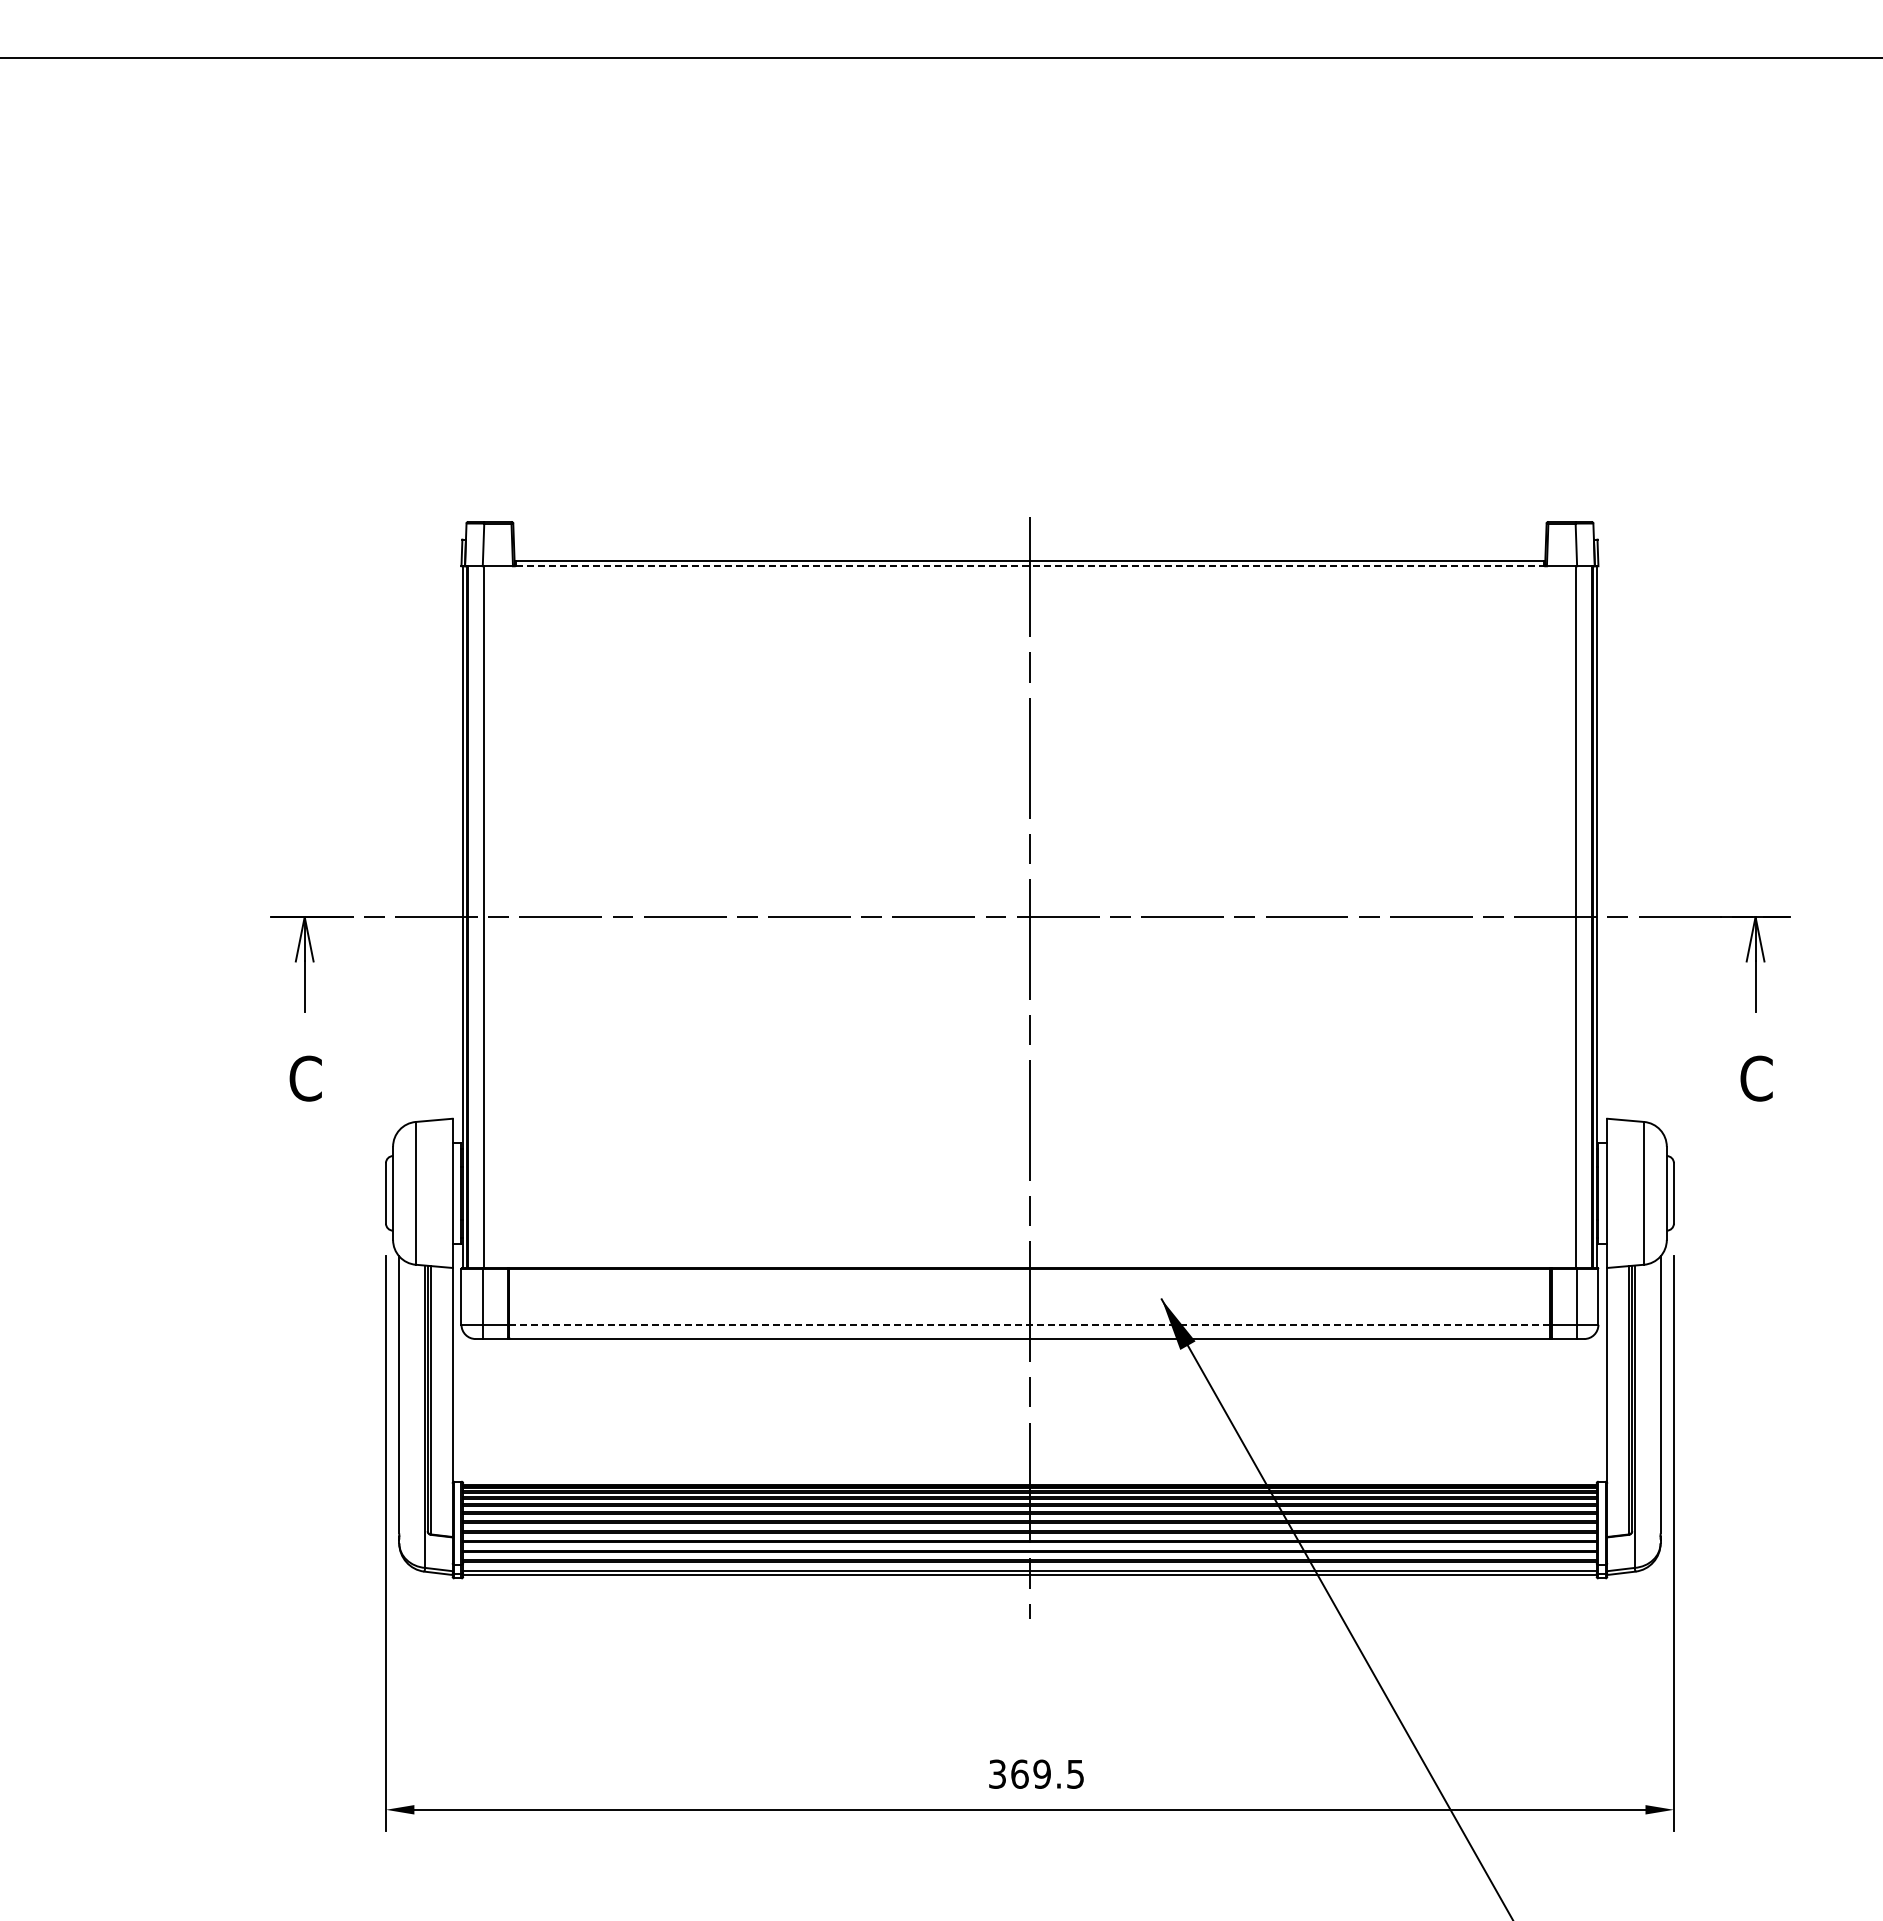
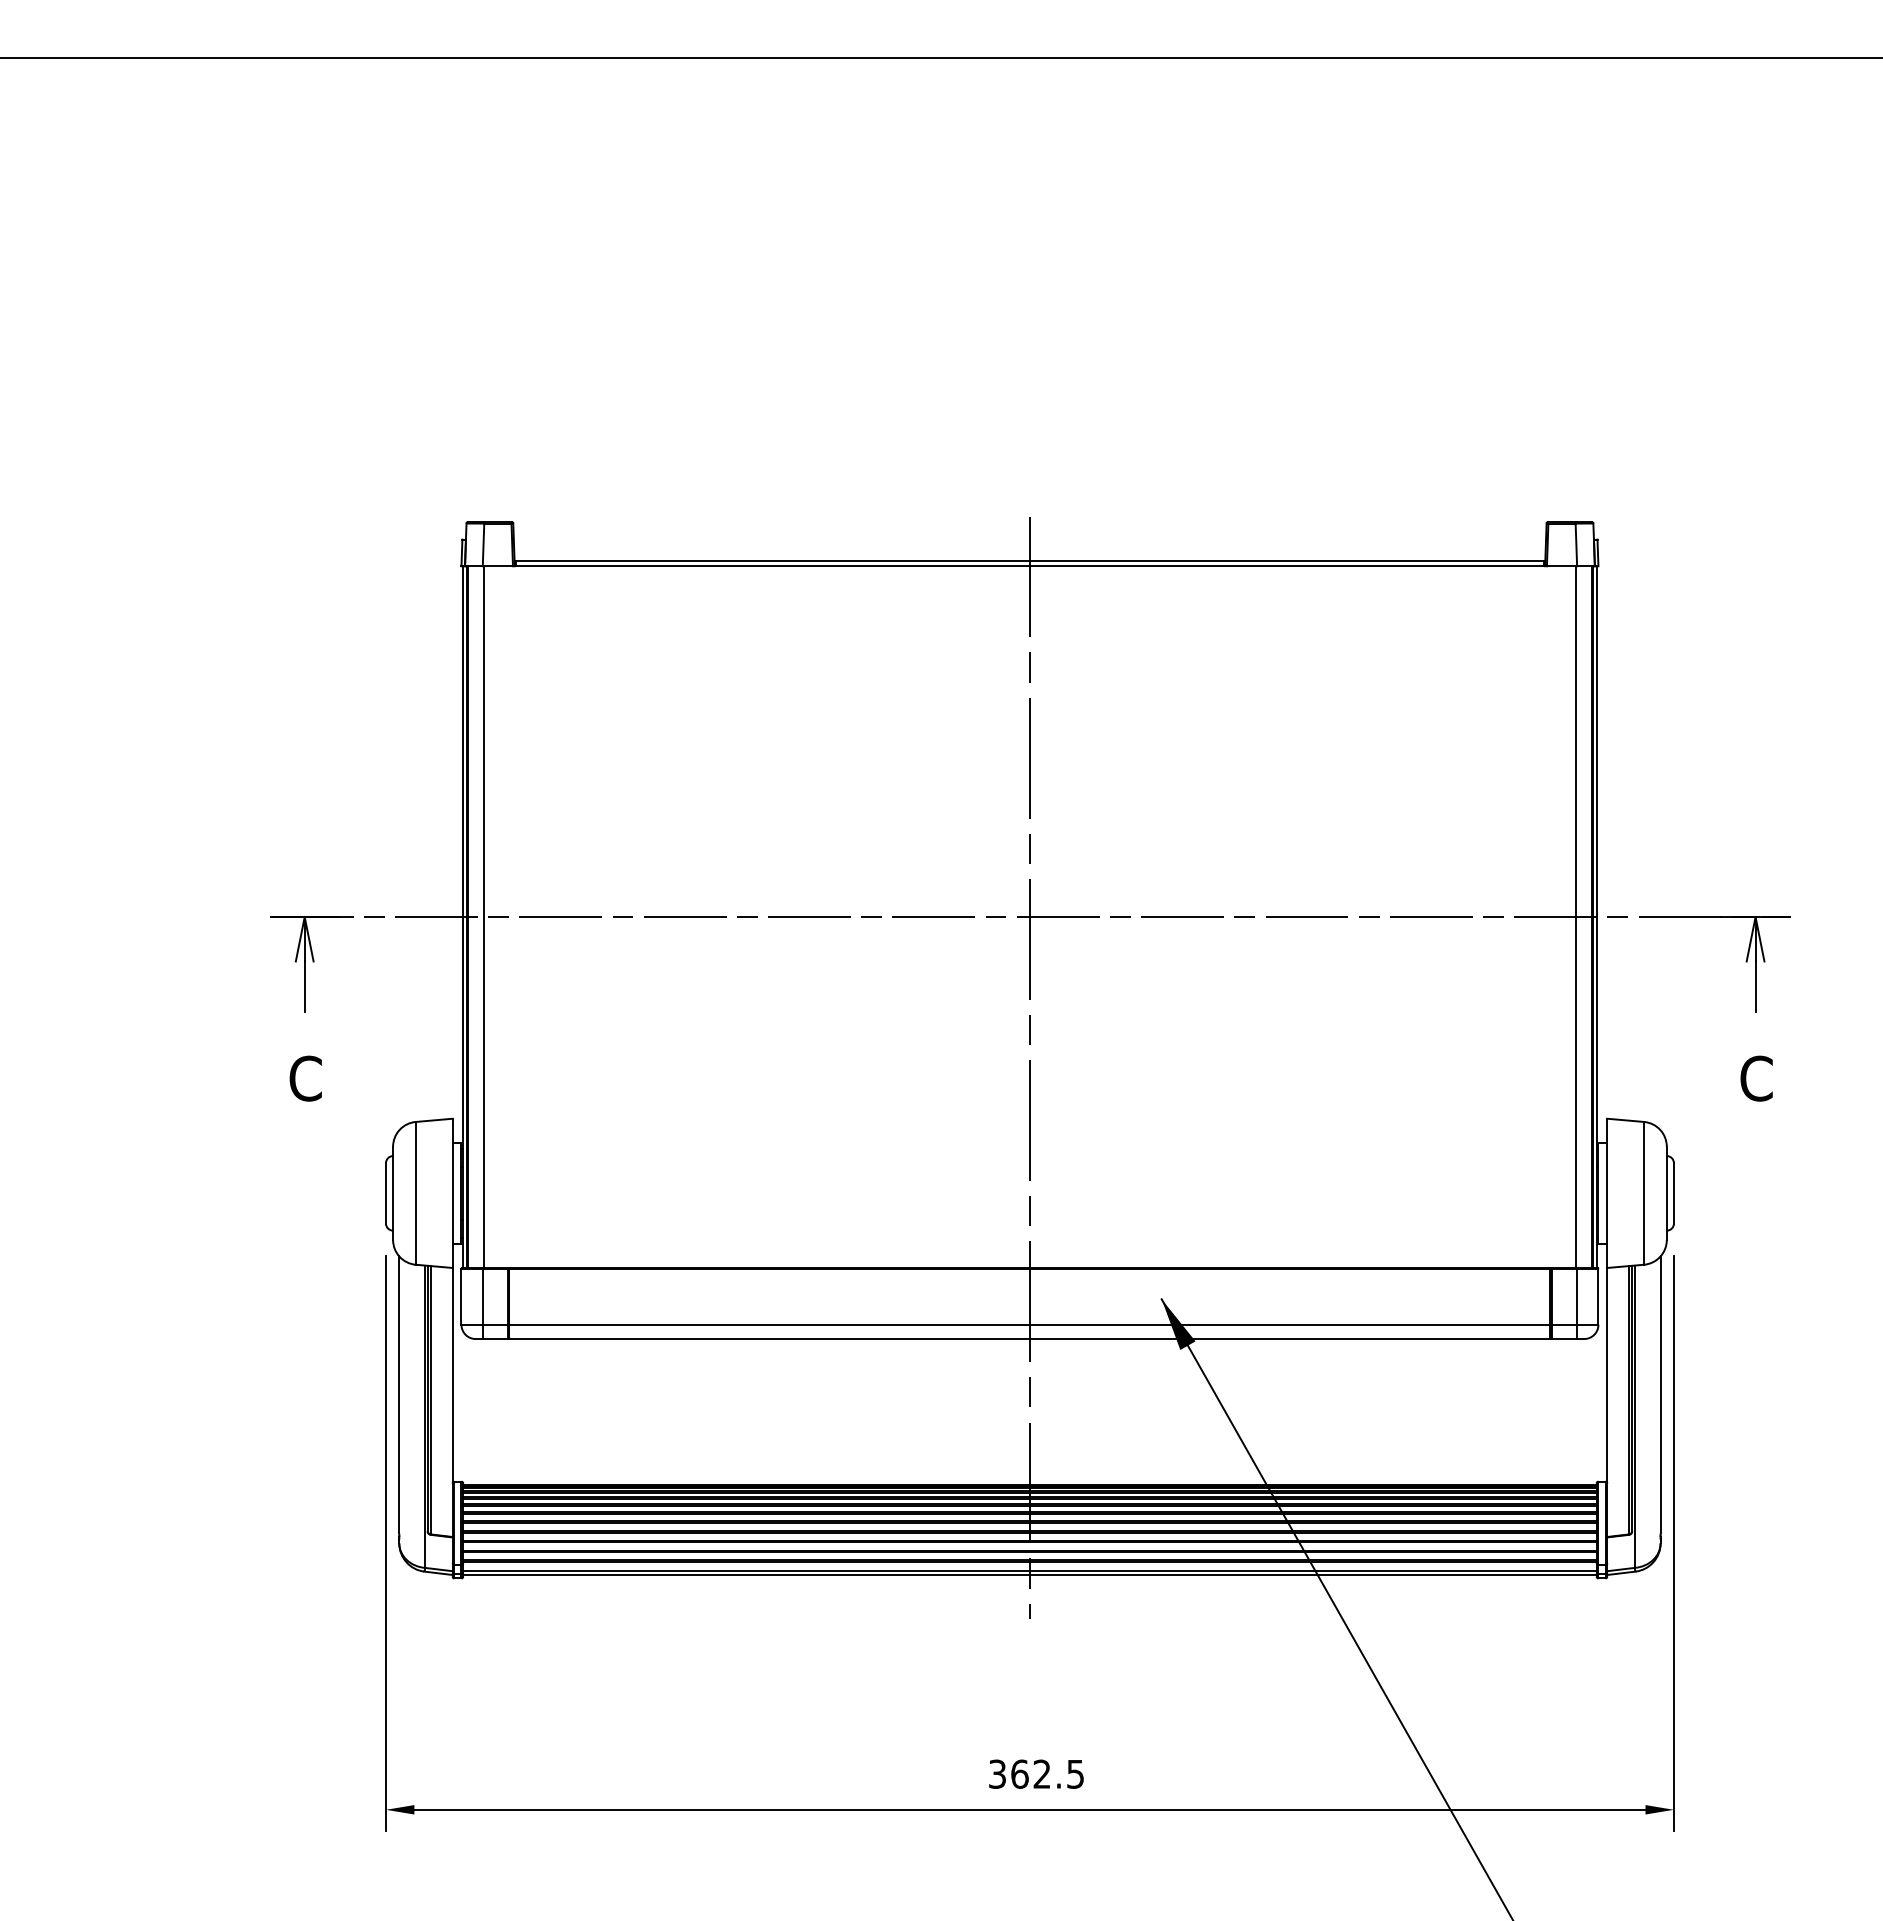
line at (1030, 566): dashed -> solid
line at (1029, 1324): dashed -> solid
text at (1041, 1773): 369.5 -> 362.5
